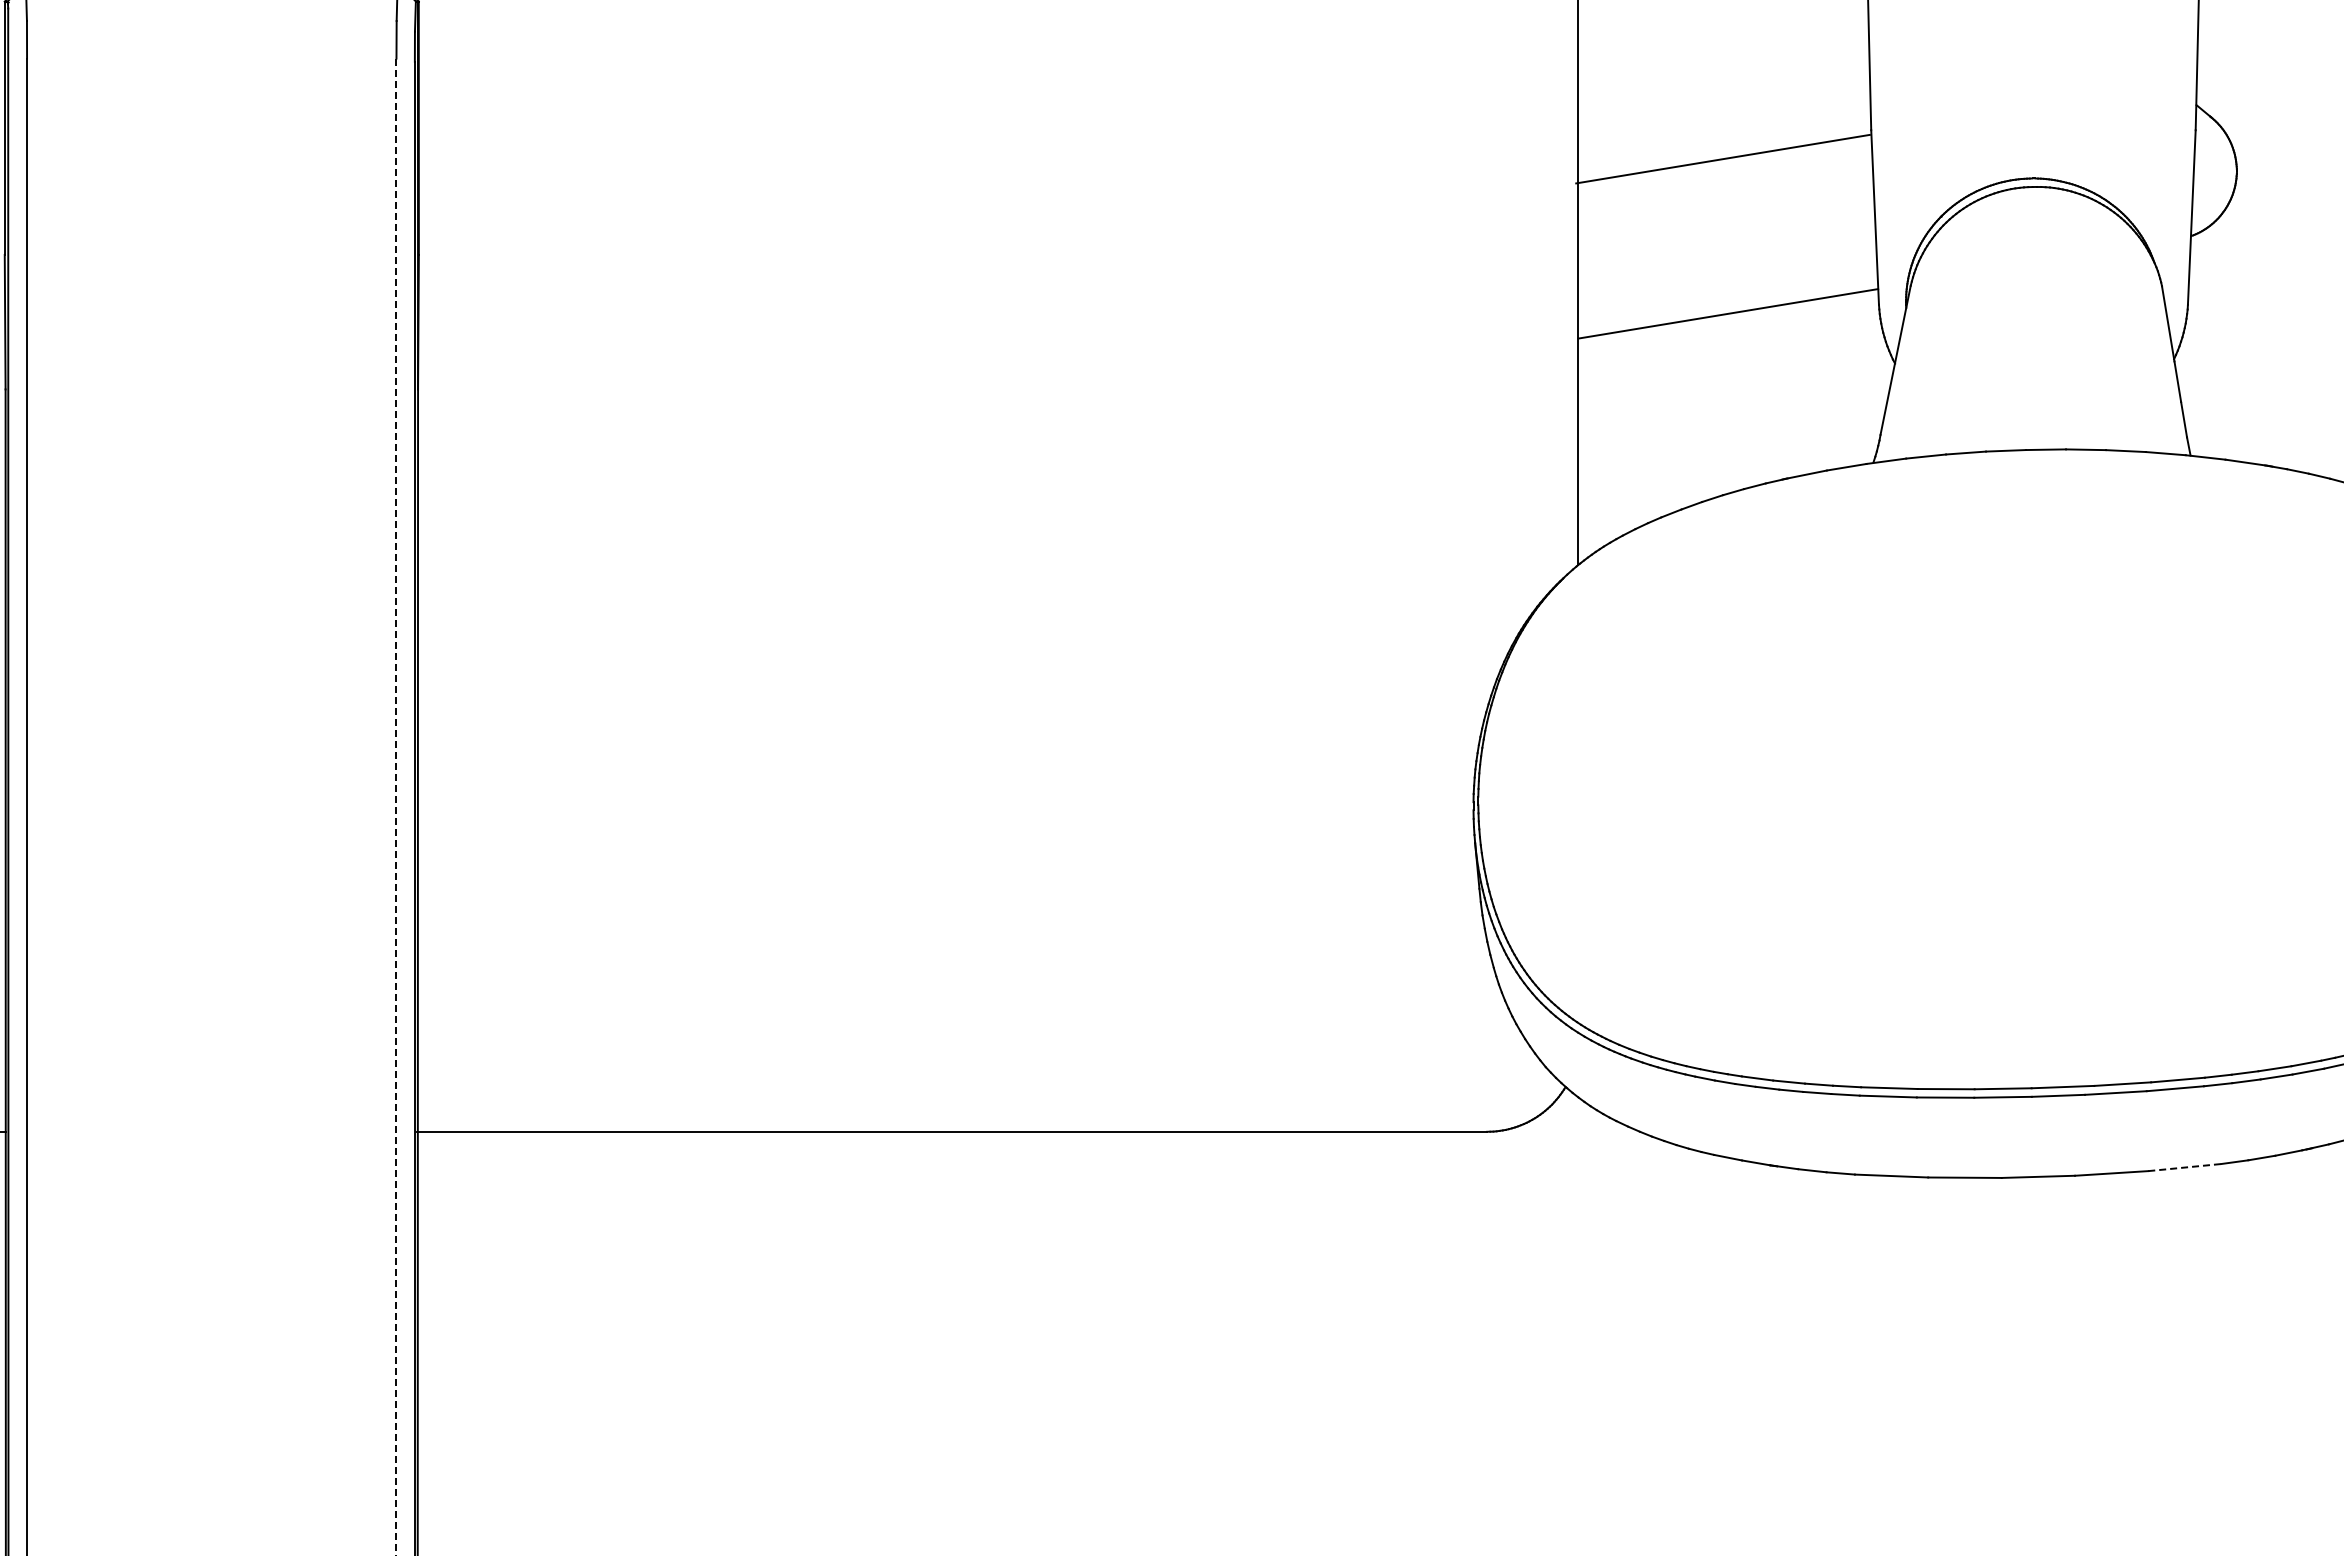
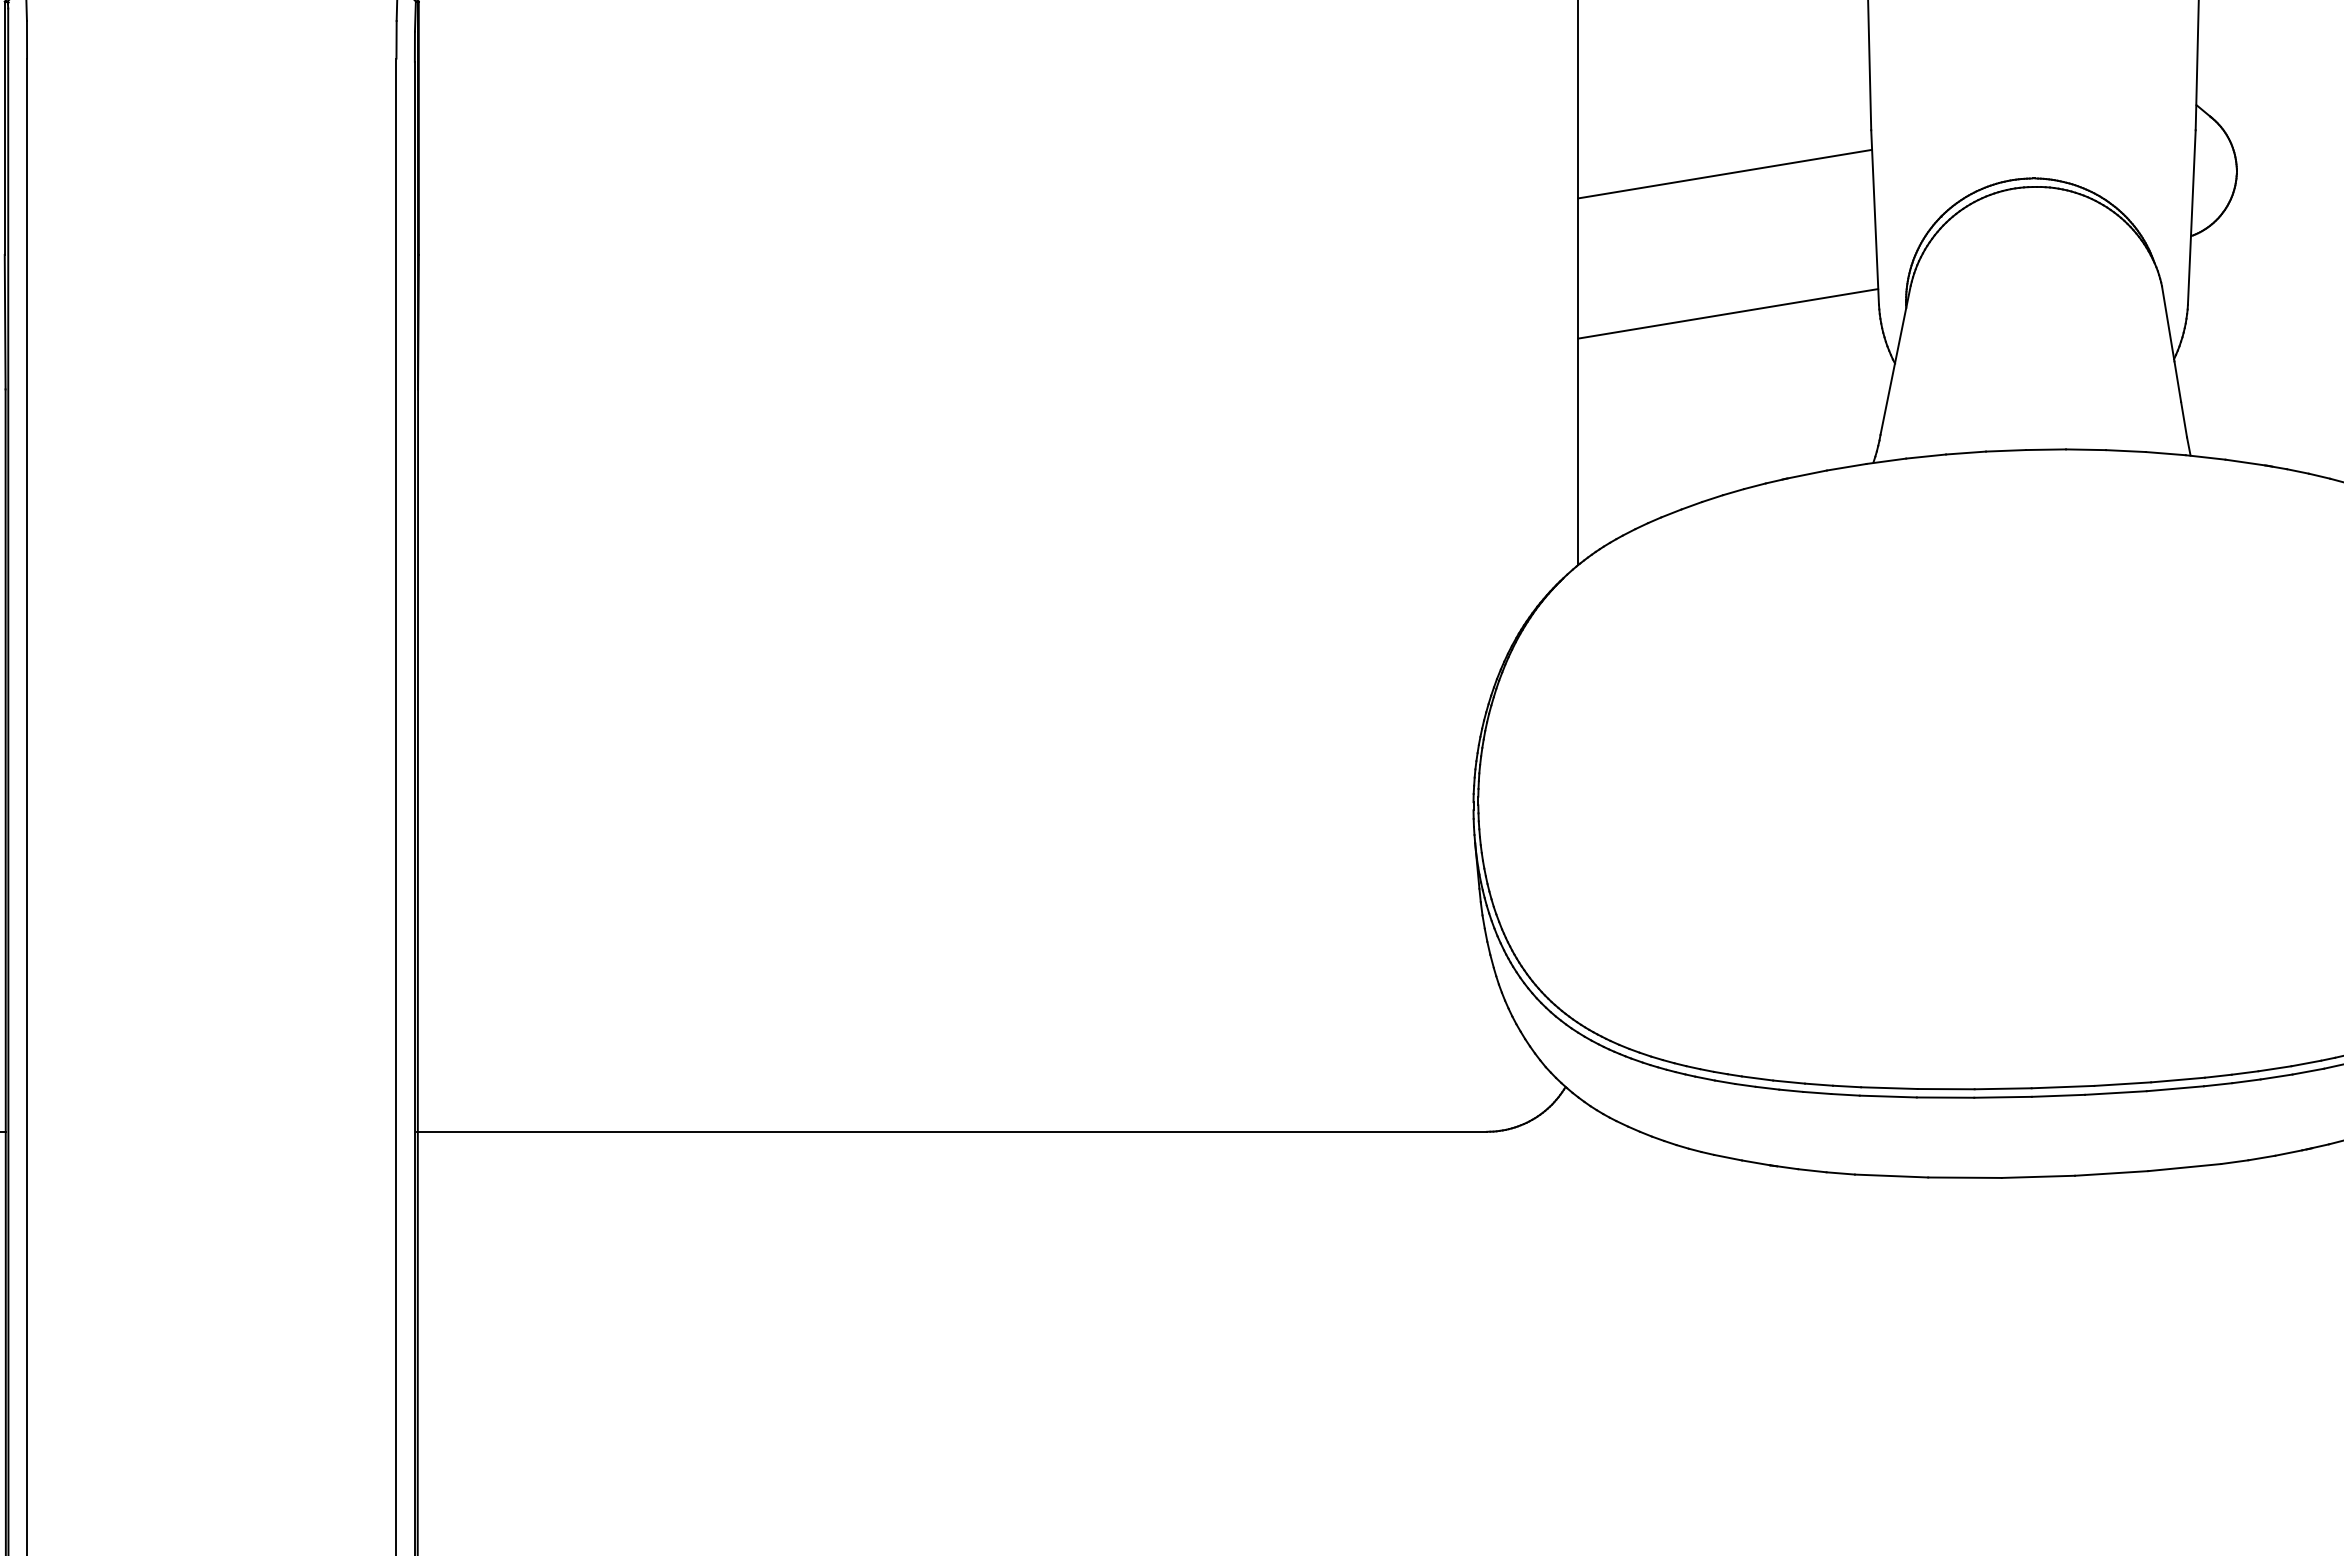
line at (1722, 158) position: (1722, 158) -> (1724, 173)
line at (396, 807): dashed -> solid
line at (2184, 1167): dashed -> solid
